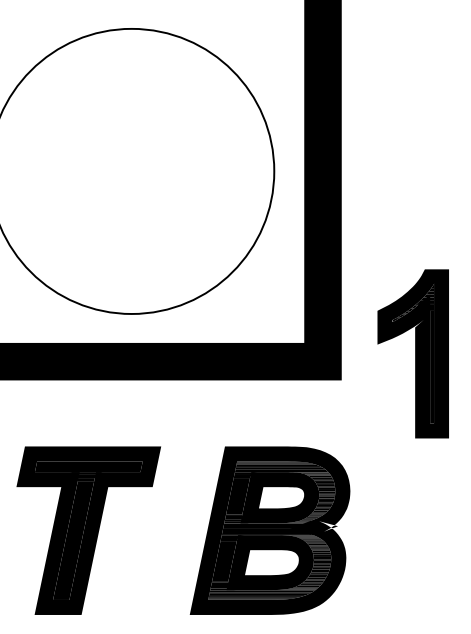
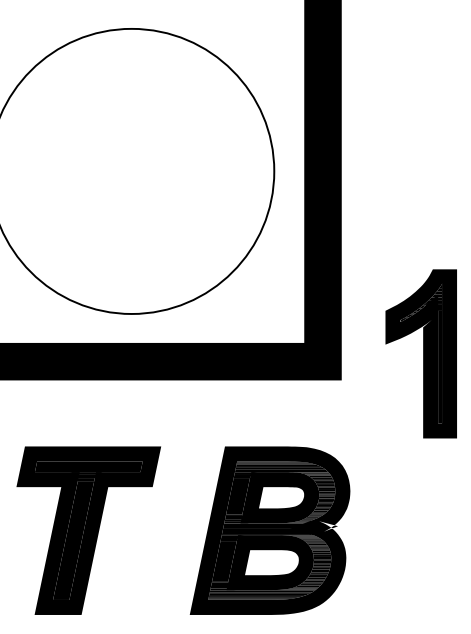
part at (412, 353) position: (412, 353) -> (420, 353)
